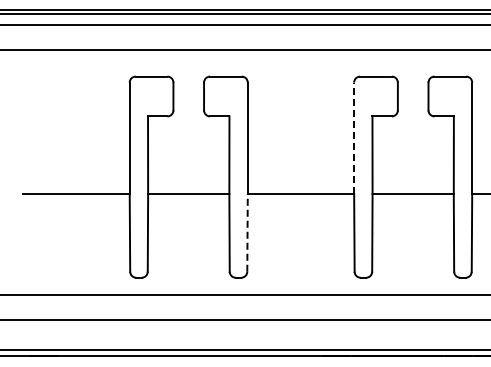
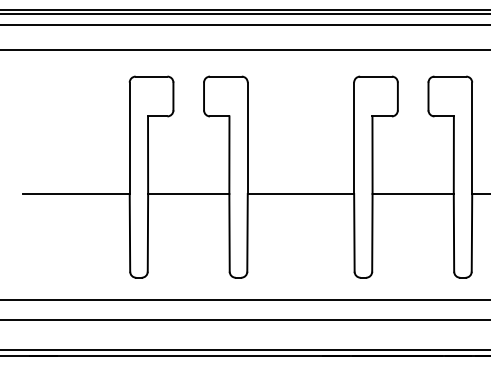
line at (354, 138): dashed -> solid
line at (247, 232): dashed -> solid
line at (244, 294) position: (244, 294) -> (244, 299)
